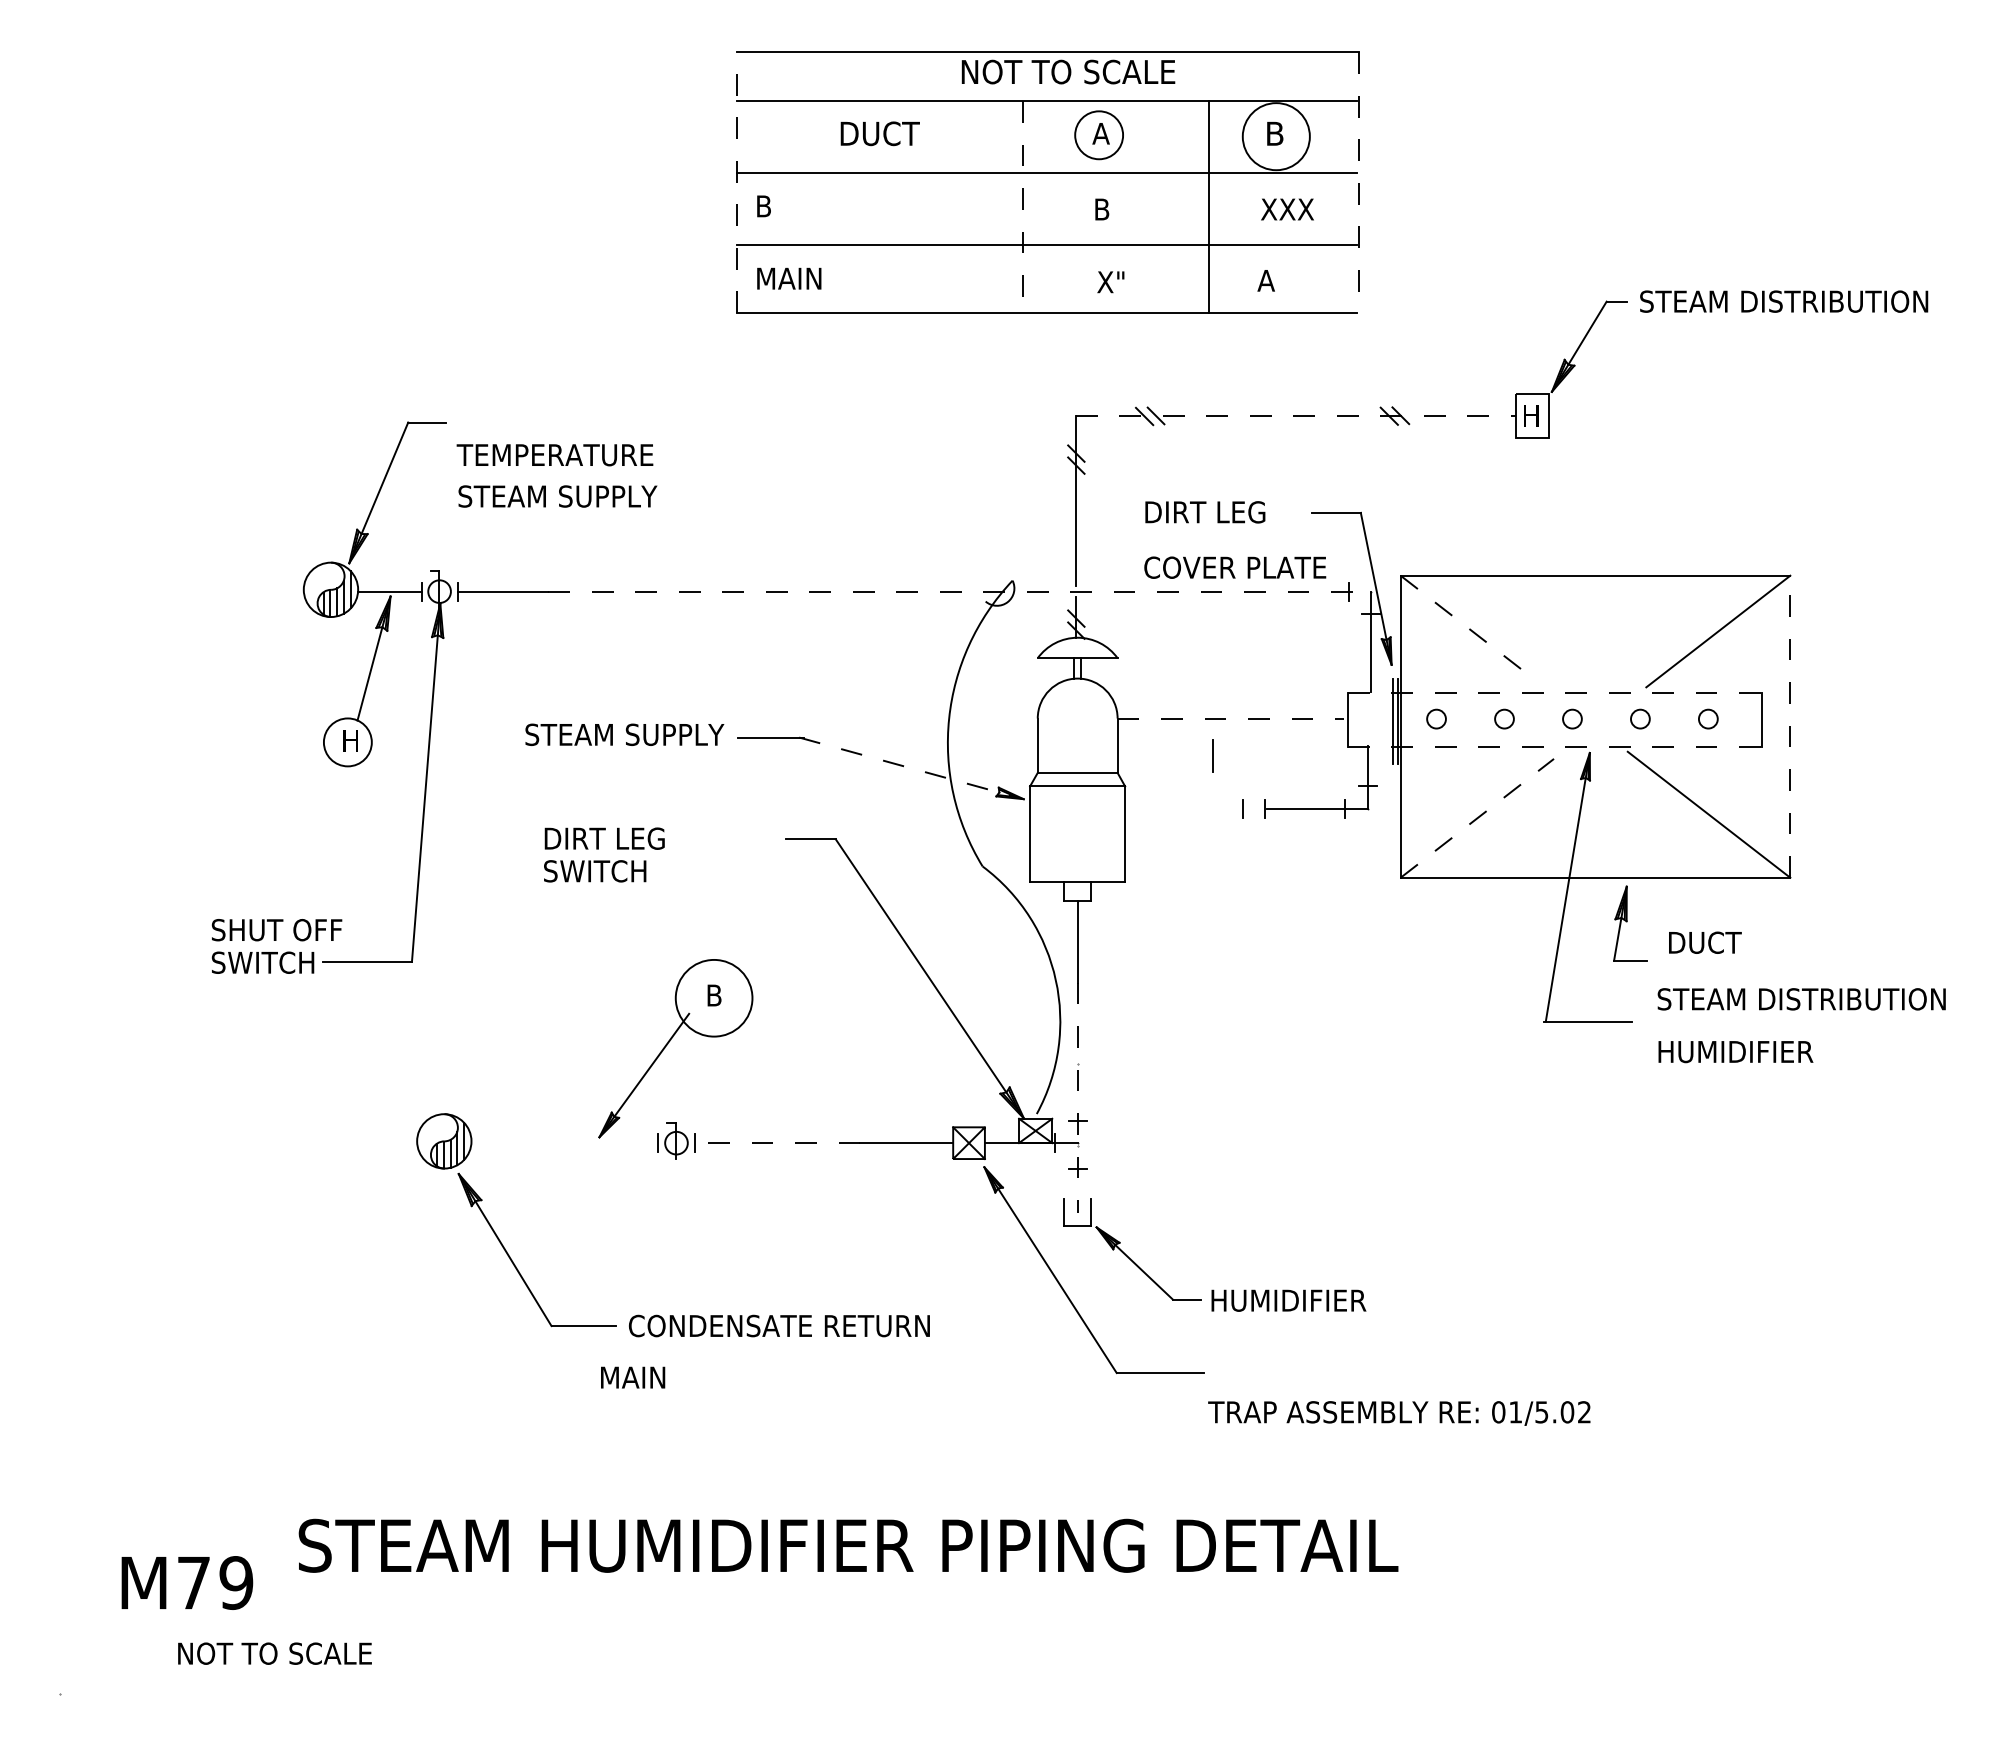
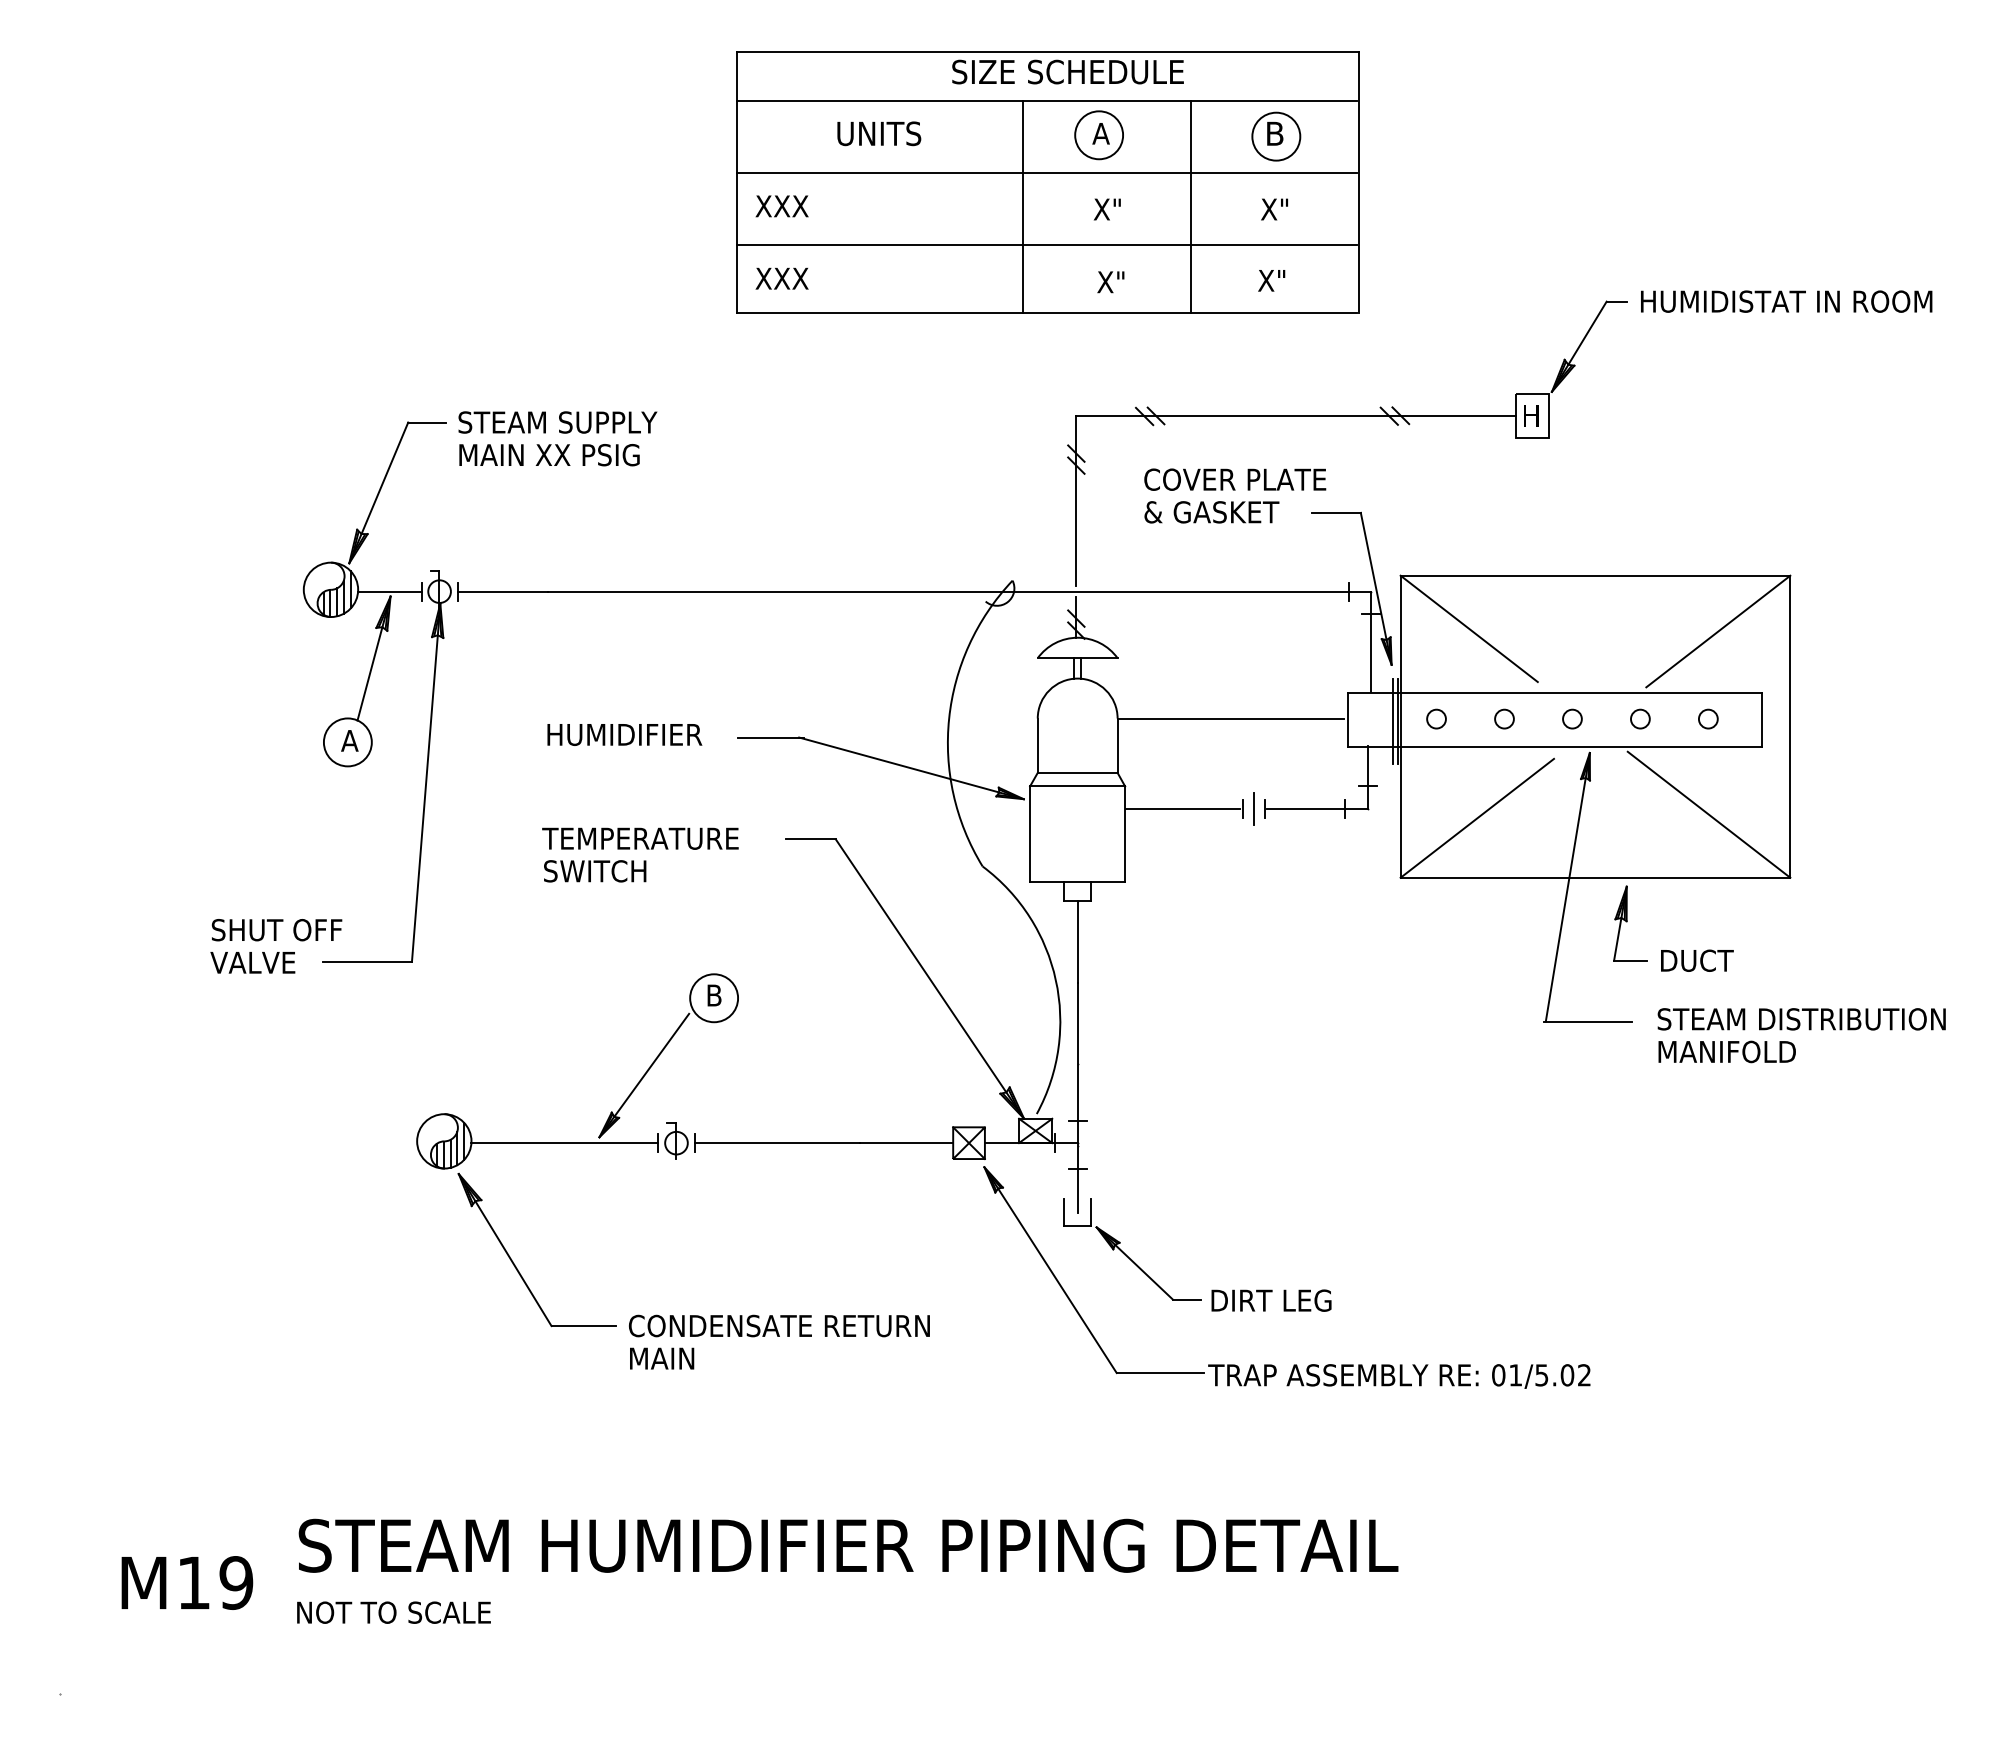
text at (1067, 71): NOT TO SCALE -> SIZE SCHEDULE
text at (879, 133): DUCT -> UNITS
circle at (1275, 136) diameter: 67 px -> 48 px
line at (737, 182): dashed -> solid
line at (1359, 183): dashed -> solid
text at (781, 206): B -> XXX
line at (1022, 207): dashed -> solid
line at (1208, 207) position: (1208, 207) -> (1190, 207)
text at (1106, 209): B -> X"
text at (1296, 209): XXX -> X"
text at (788, 278): MAIN -> XXX
text at (1271, 280): A -> X"
text at (1786, 301): STEAM DISTRIBUTION -> HUMIDISTAT IN ROOM
line at (1295, 415): dashed -> solid
text at (554, 454): TEMPERATURE -> MAIN XX PSIG
text at (557, 496) position: (557, 496) -> (557, 422)
text at (1211, 512): DIRT LEG -> & GASKET
text at (1235, 567) position: (1235, 567) -> (1235, 479)
line at (959, 591): dashed -> solid
line at (1469, 628): dashed -> solid
line at (1555, 692): dashed -> solid
line at (1231, 718): dashed -> solid
line at (1790, 726): dashed -> solid
text at (624, 734): STEAM SUPPLY -> HUMIDIFIER
text at (349, 740): H -> A
line at (1555, 747): dashed -> solid
line at (1212, 755) position: (1212, 755) -> (1253, 808)
line at (911, 768): dashed -> solid
line at (1182, 809): none -> present
line at (1477, 818): dashed -> solid
text at (640, 838): DIRT LEG -> TEMPERATURE
text at (1705, 942) position: (1705, 942) -> (1697, 960)
text at (262, 962): SWITCH -> VALVE
circle at (713, 997) diameter: 77 px -> 48 px
text at (1801, 999) position: (1801, 999) -> (1801, 1019)
text at (1737, 1051): HUMIDIFIER -> MANIFOLD
line at (1077, 1097): dashed -> solid
line at (564, 1143): none -> present
line at (777, 1143): dashed -> solid
text at (1290, 1300): HUMIDIFIER -> DIRT LEG
text at (633, 1377) position: (633, 1377) -> (662, 1358)
text at (1399, 1413) position: (1399, 1413) -> (1399, 1376)
text at (193, 1583): M79 -> M19
text at (274, 1653) position: (274, 1653) -> (393, 1612)
